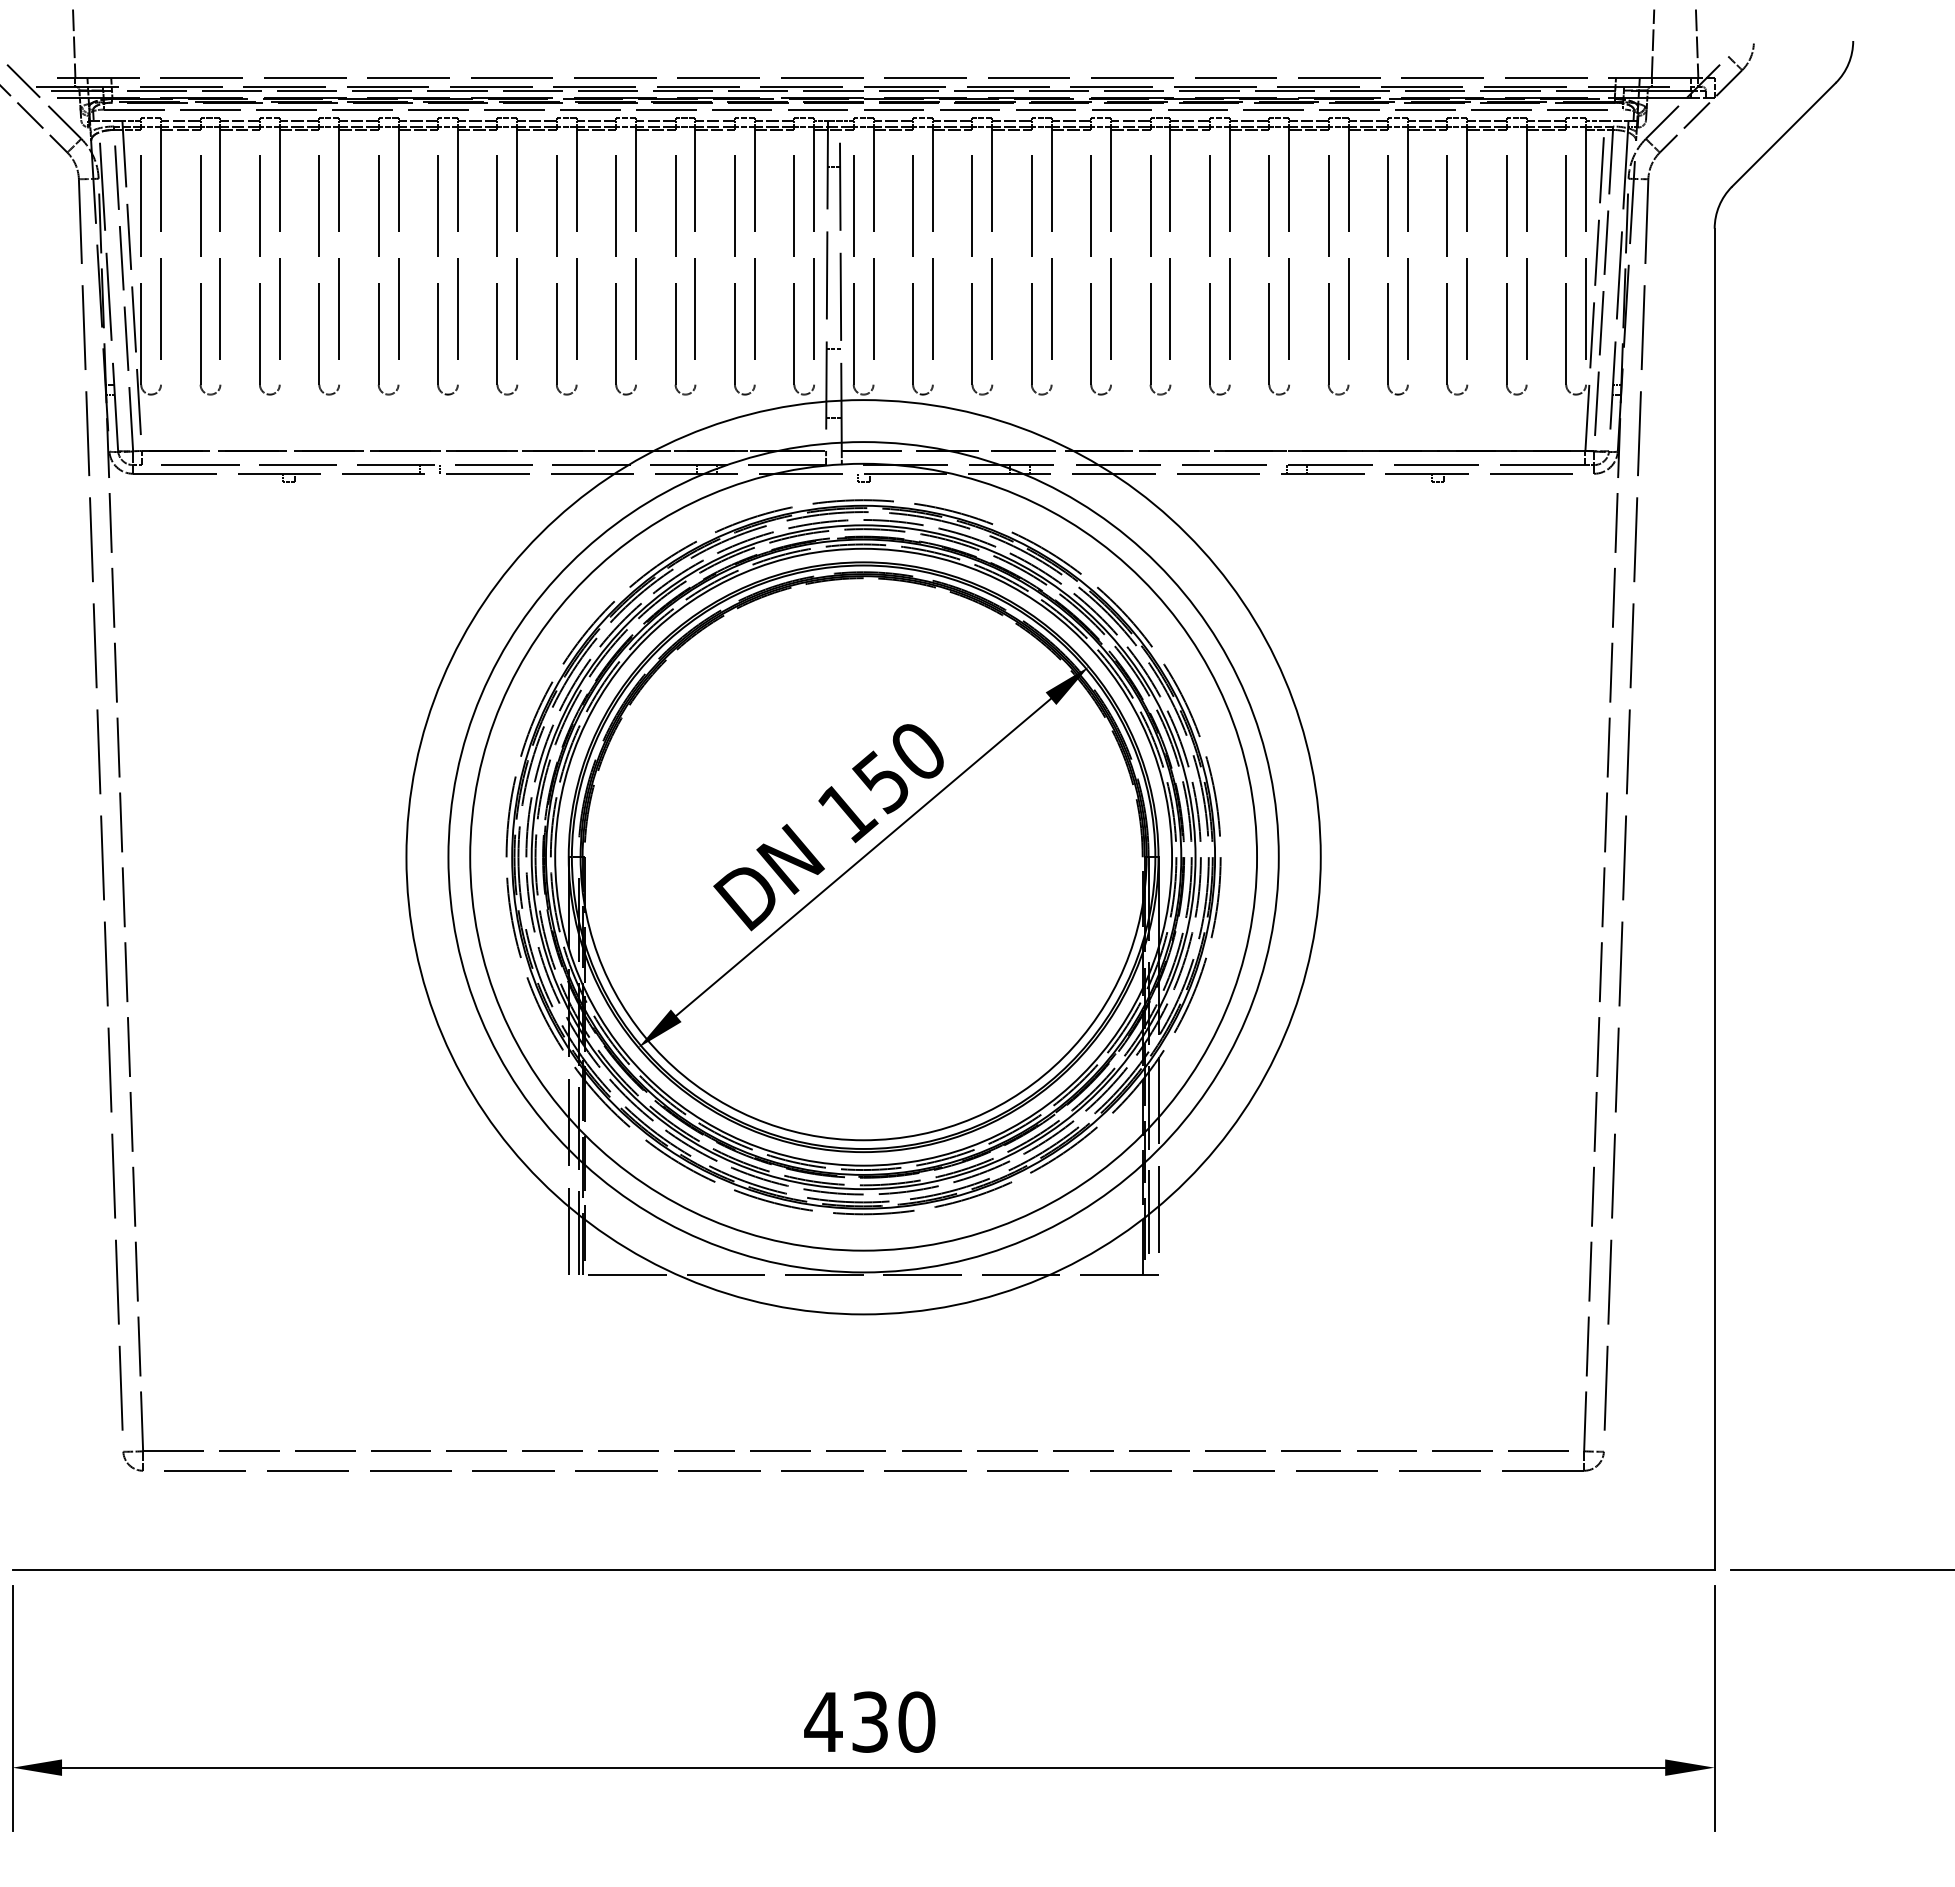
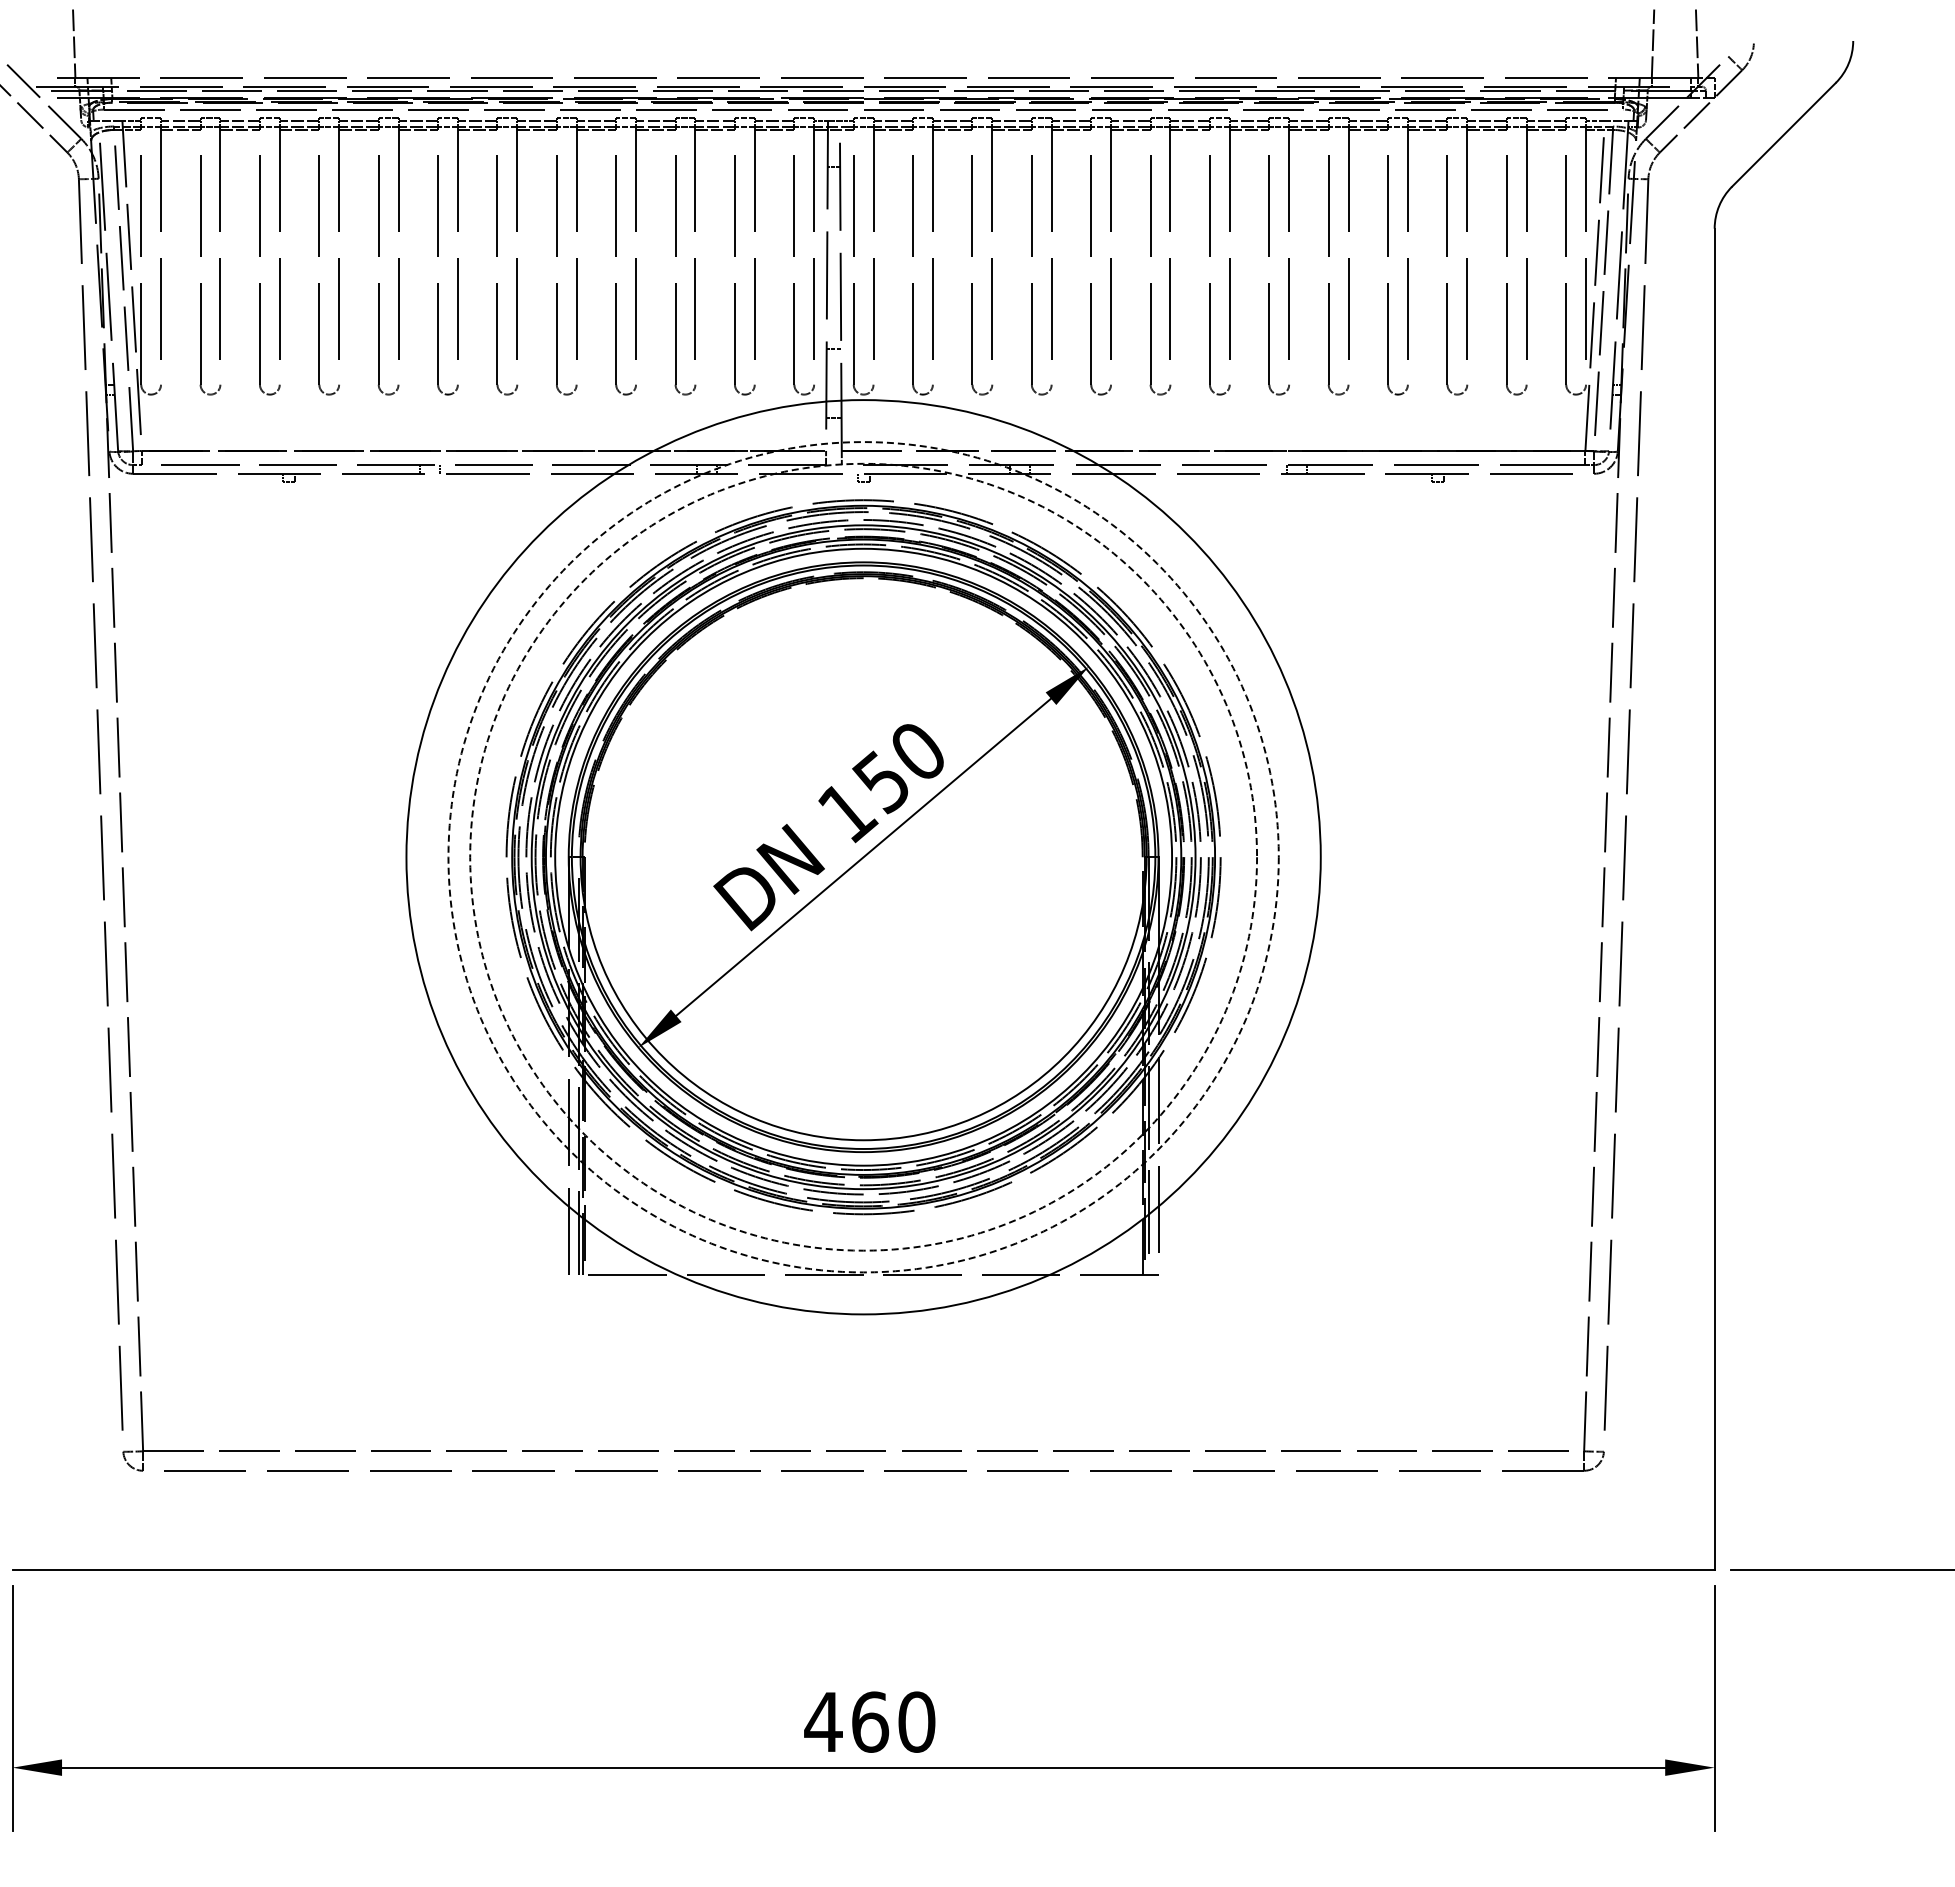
circle at (863, 856): solid -> dashed
circle at (863, 857): solid -> dashed
text at (870, 1721): 430 -> 460
